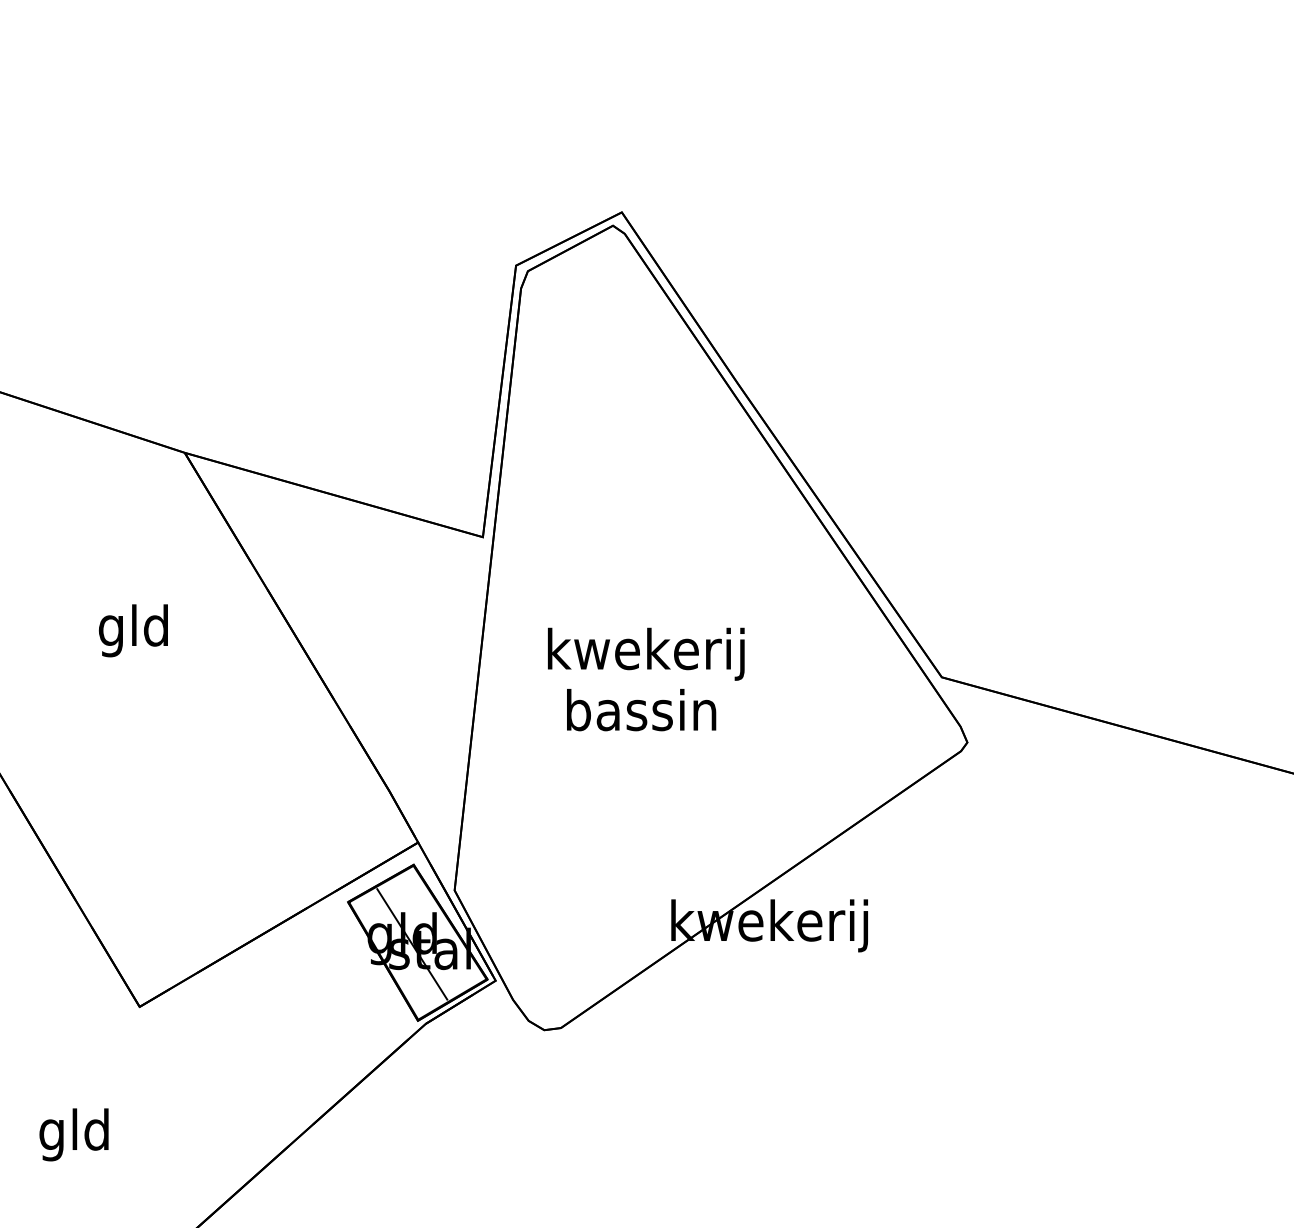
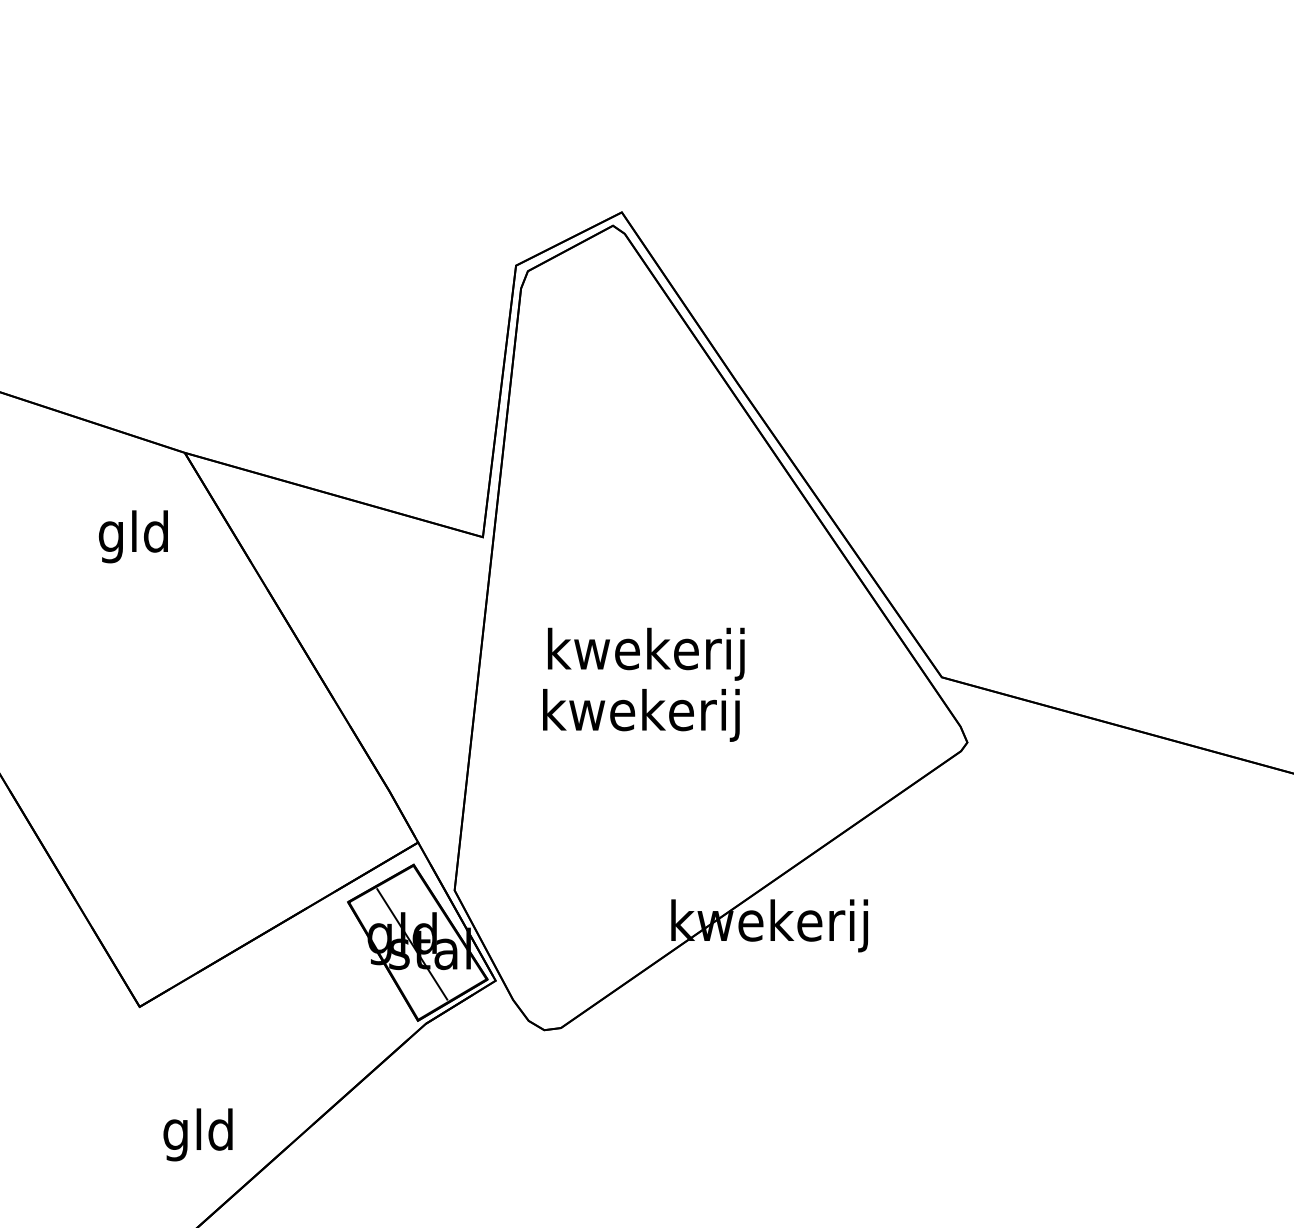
text at (132, 630) position: (132, 630) -> (132, 536)
text at (641, 715): bassin -> kwekerij
text at (73, 1134) position: (73, 1134) -> (197, 1134)
